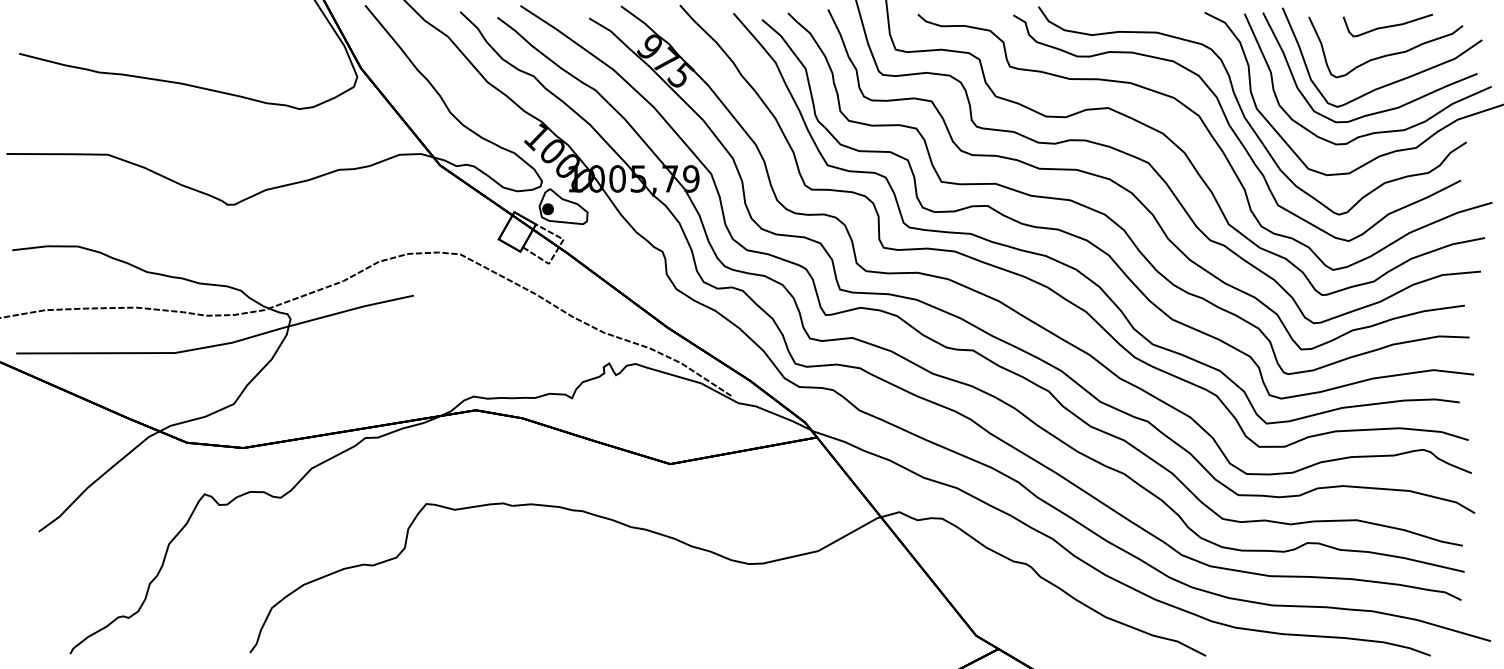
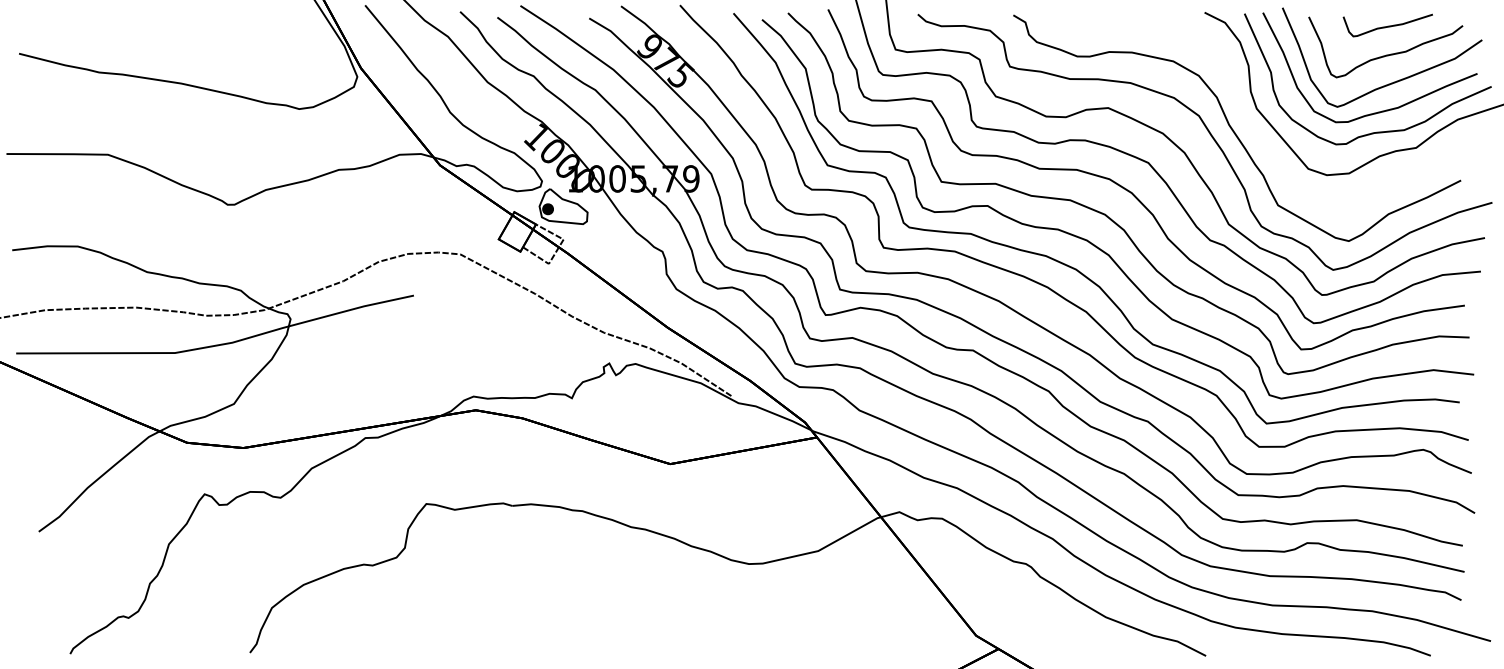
curve at (1244, 114): present -> none
